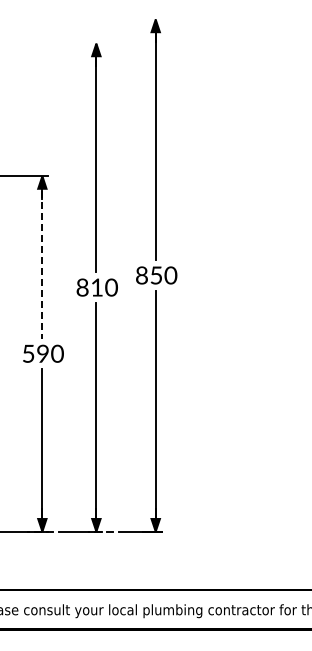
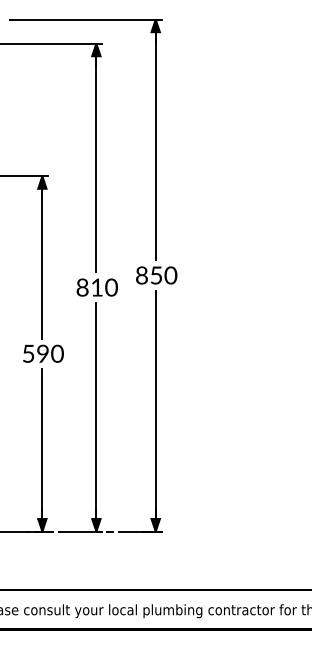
line at (85, 19): none -> present
line at (52, 43): none -> present
line at (42, 260): dashed -> solid
